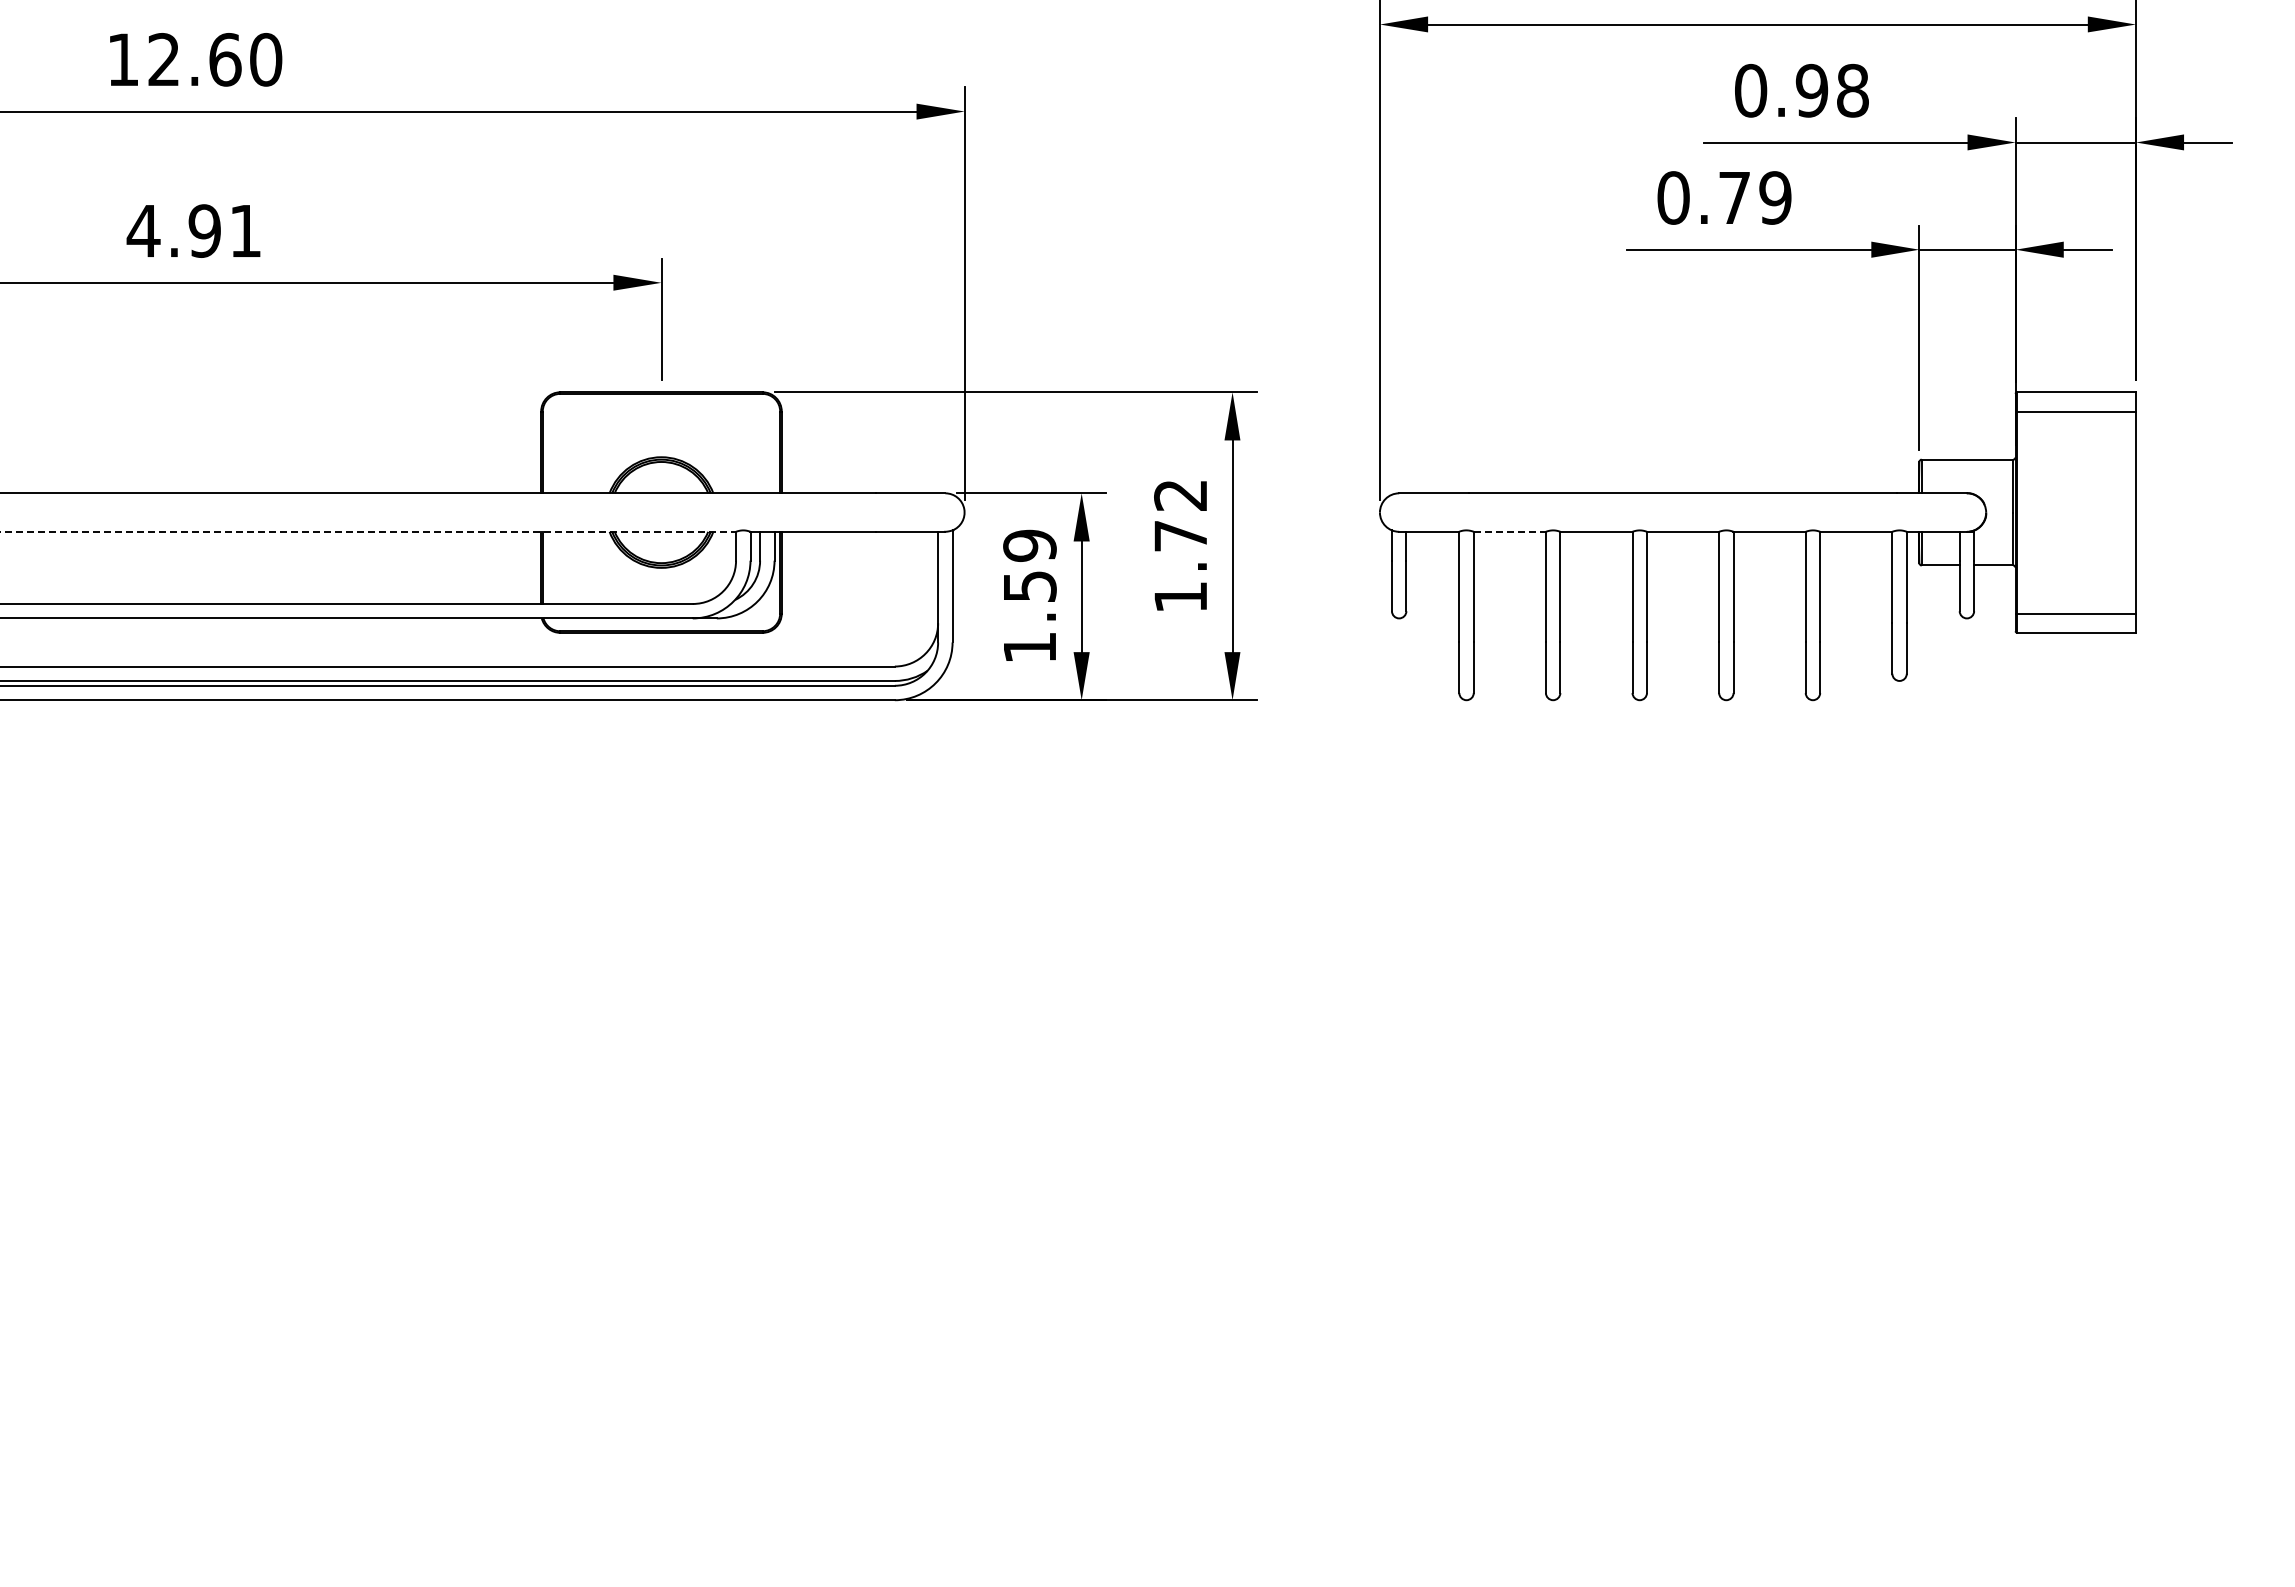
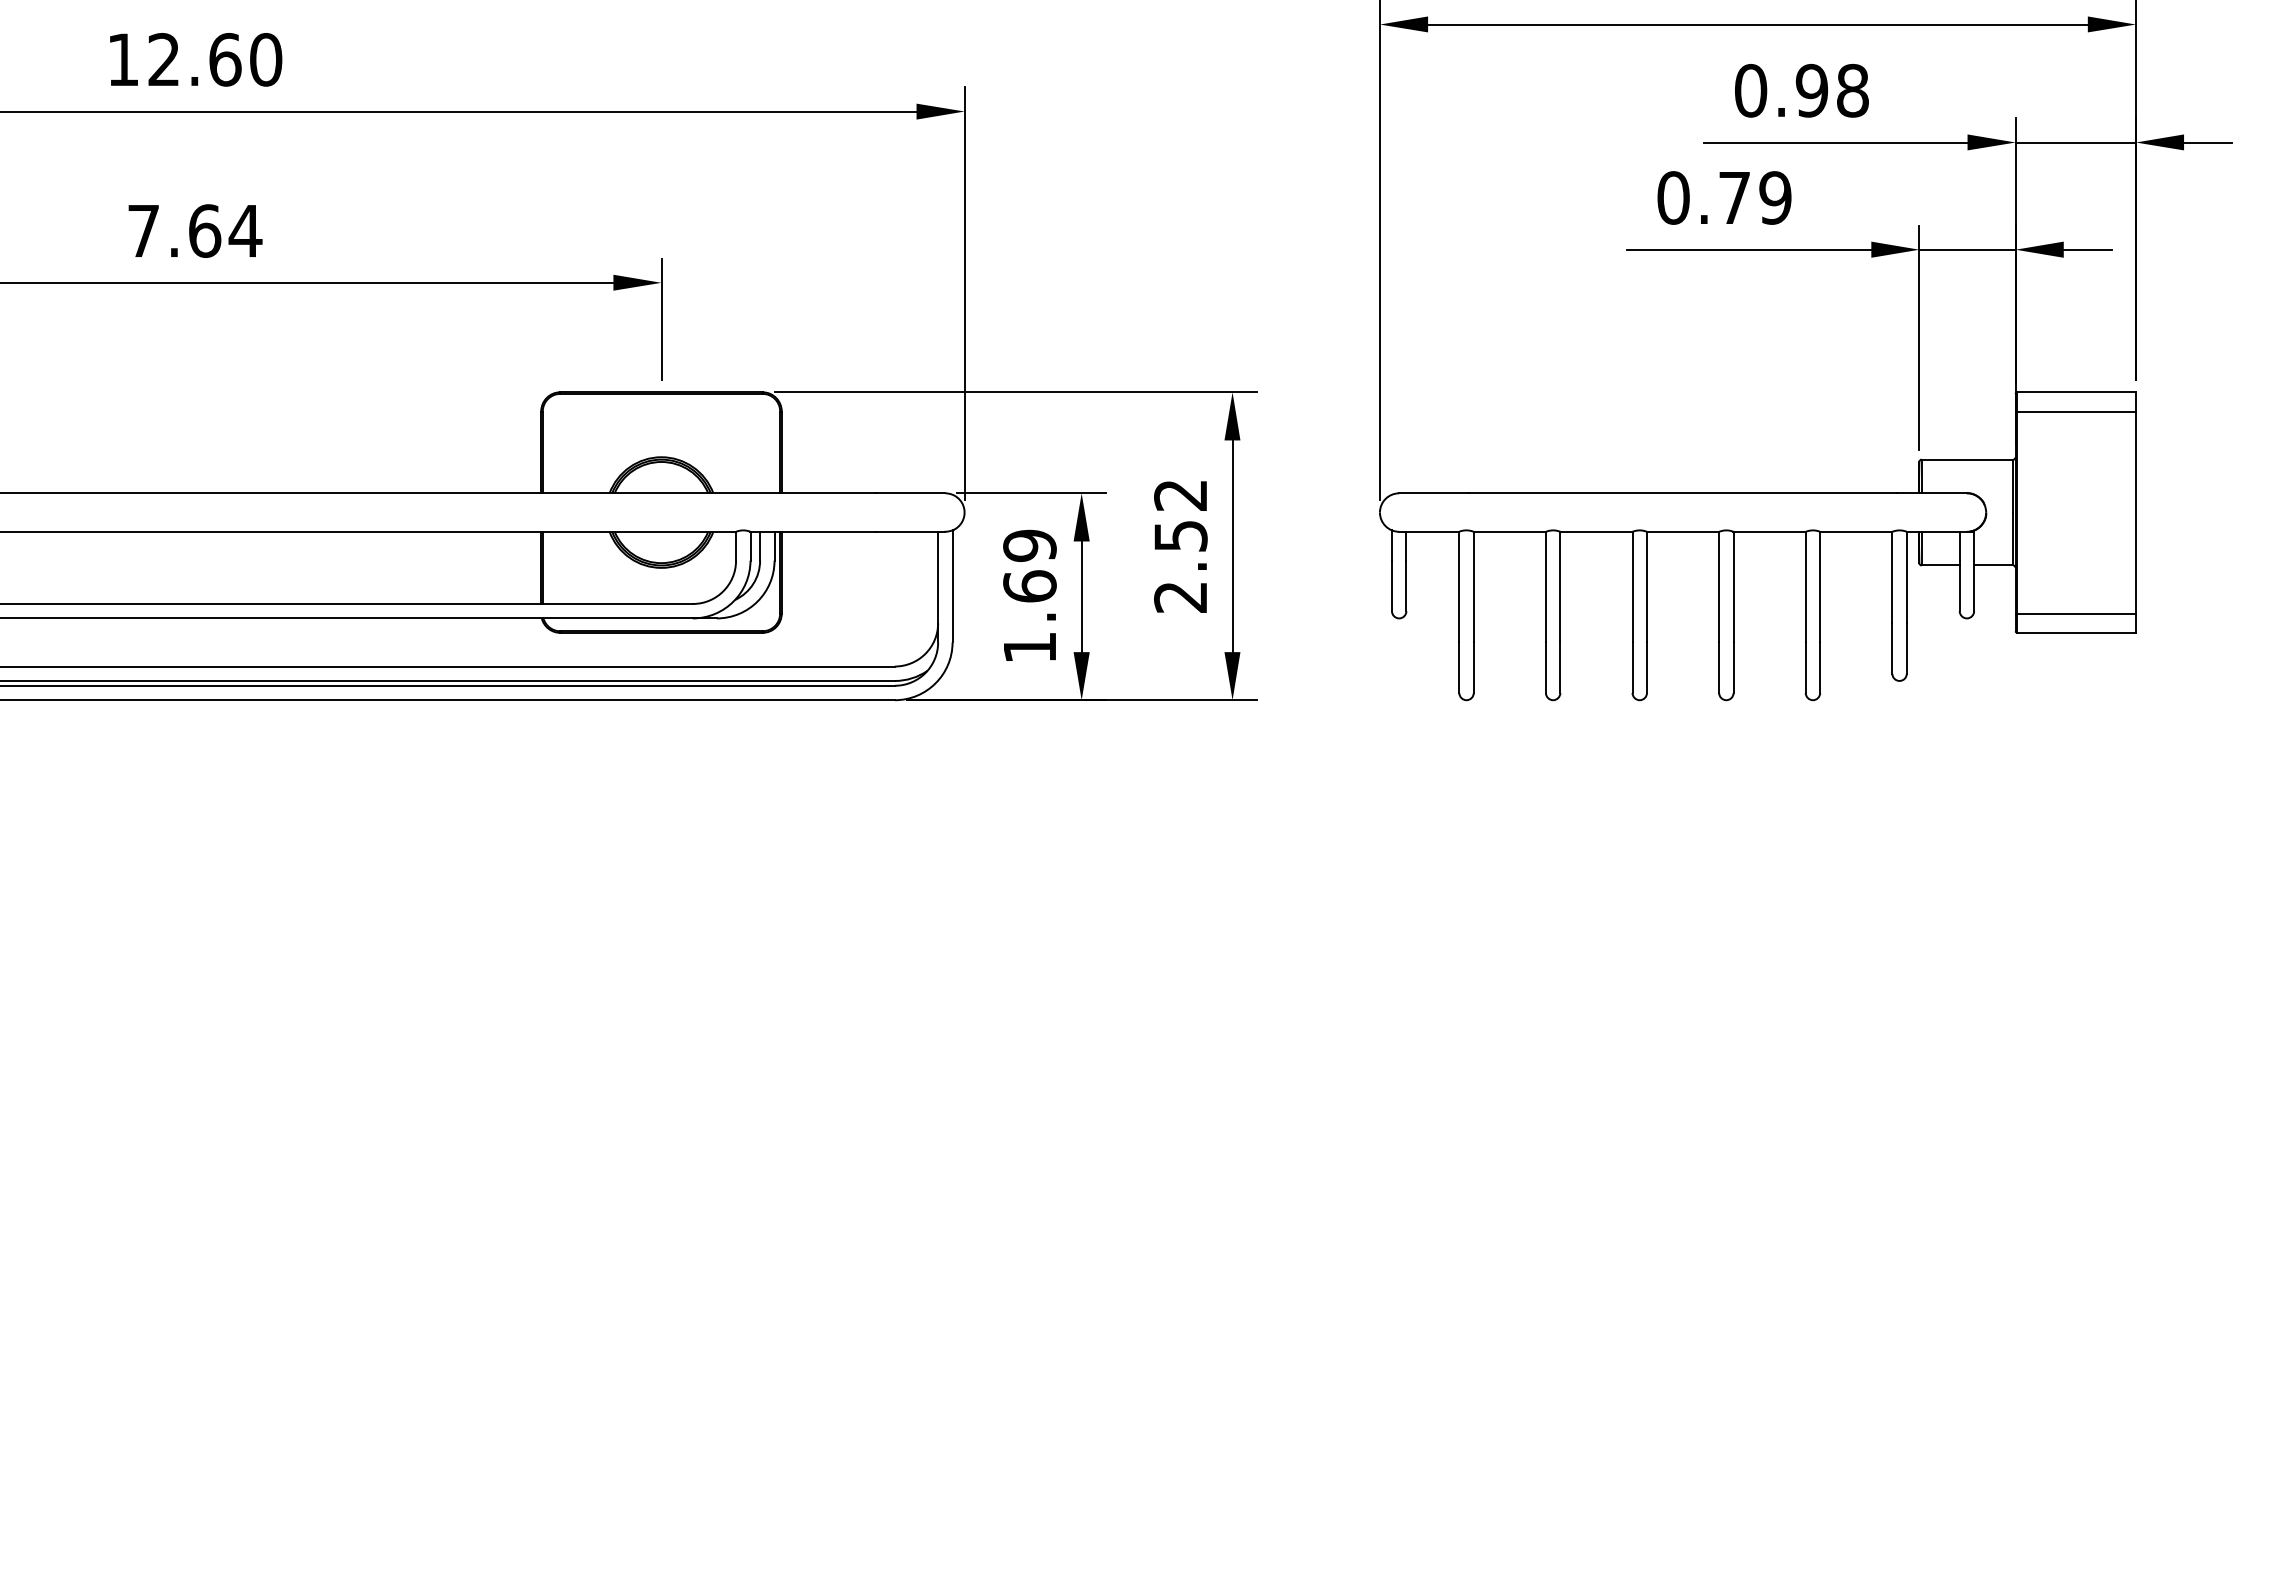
text at (194, 230): 4.91 -> 7.64
line at (368, 531): dashed -> solid
line at (1510, 531): dashed -> solid
text at (1180, 566): 1.72 -> 2.52
text at (1029, 586): 1.59 -> 1.69
